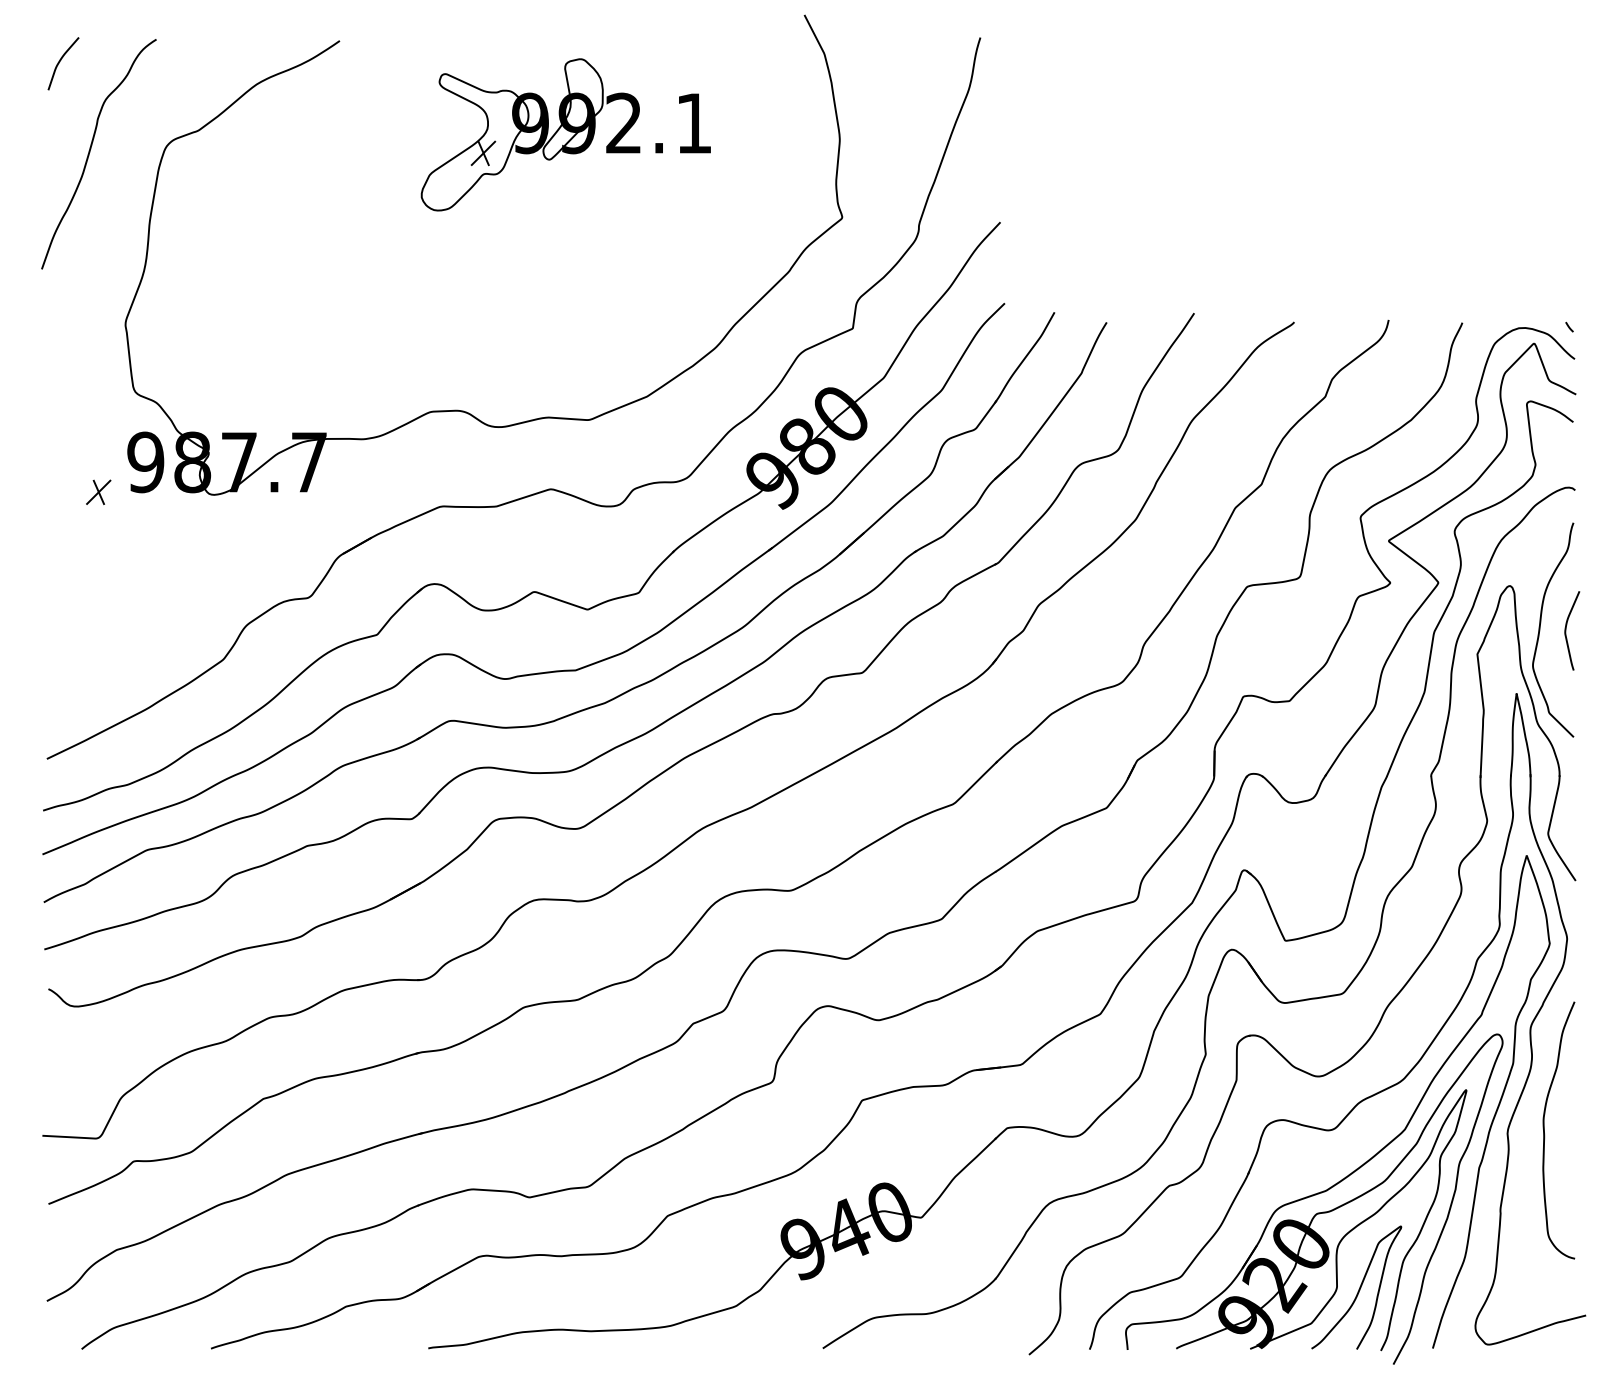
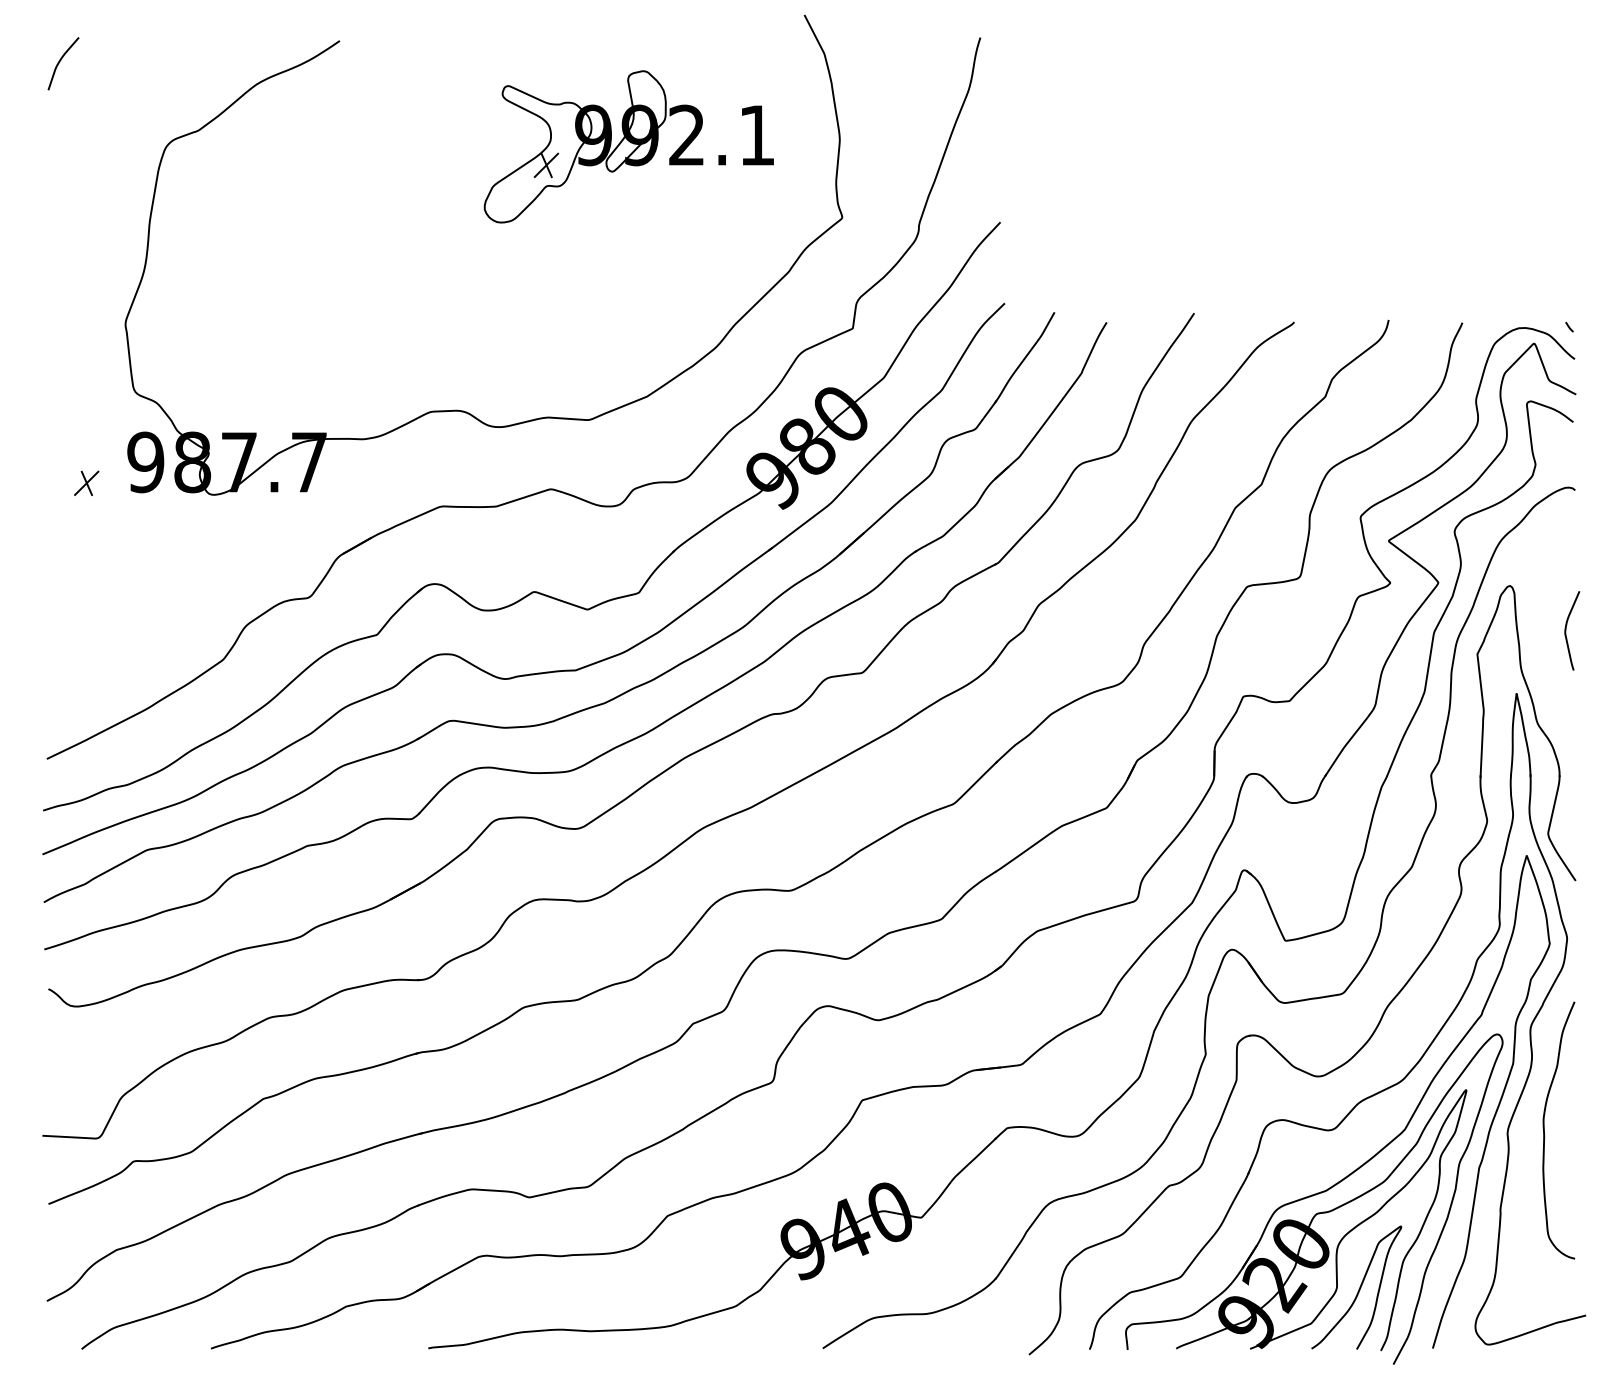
part at (565, 134) position: (565, 134) -> (628, 146)
curve at (90, 152): present -> none
part at (98, 491) position: (98, 491) -> (86, 482)
curve at (1540, 629): present -> none
